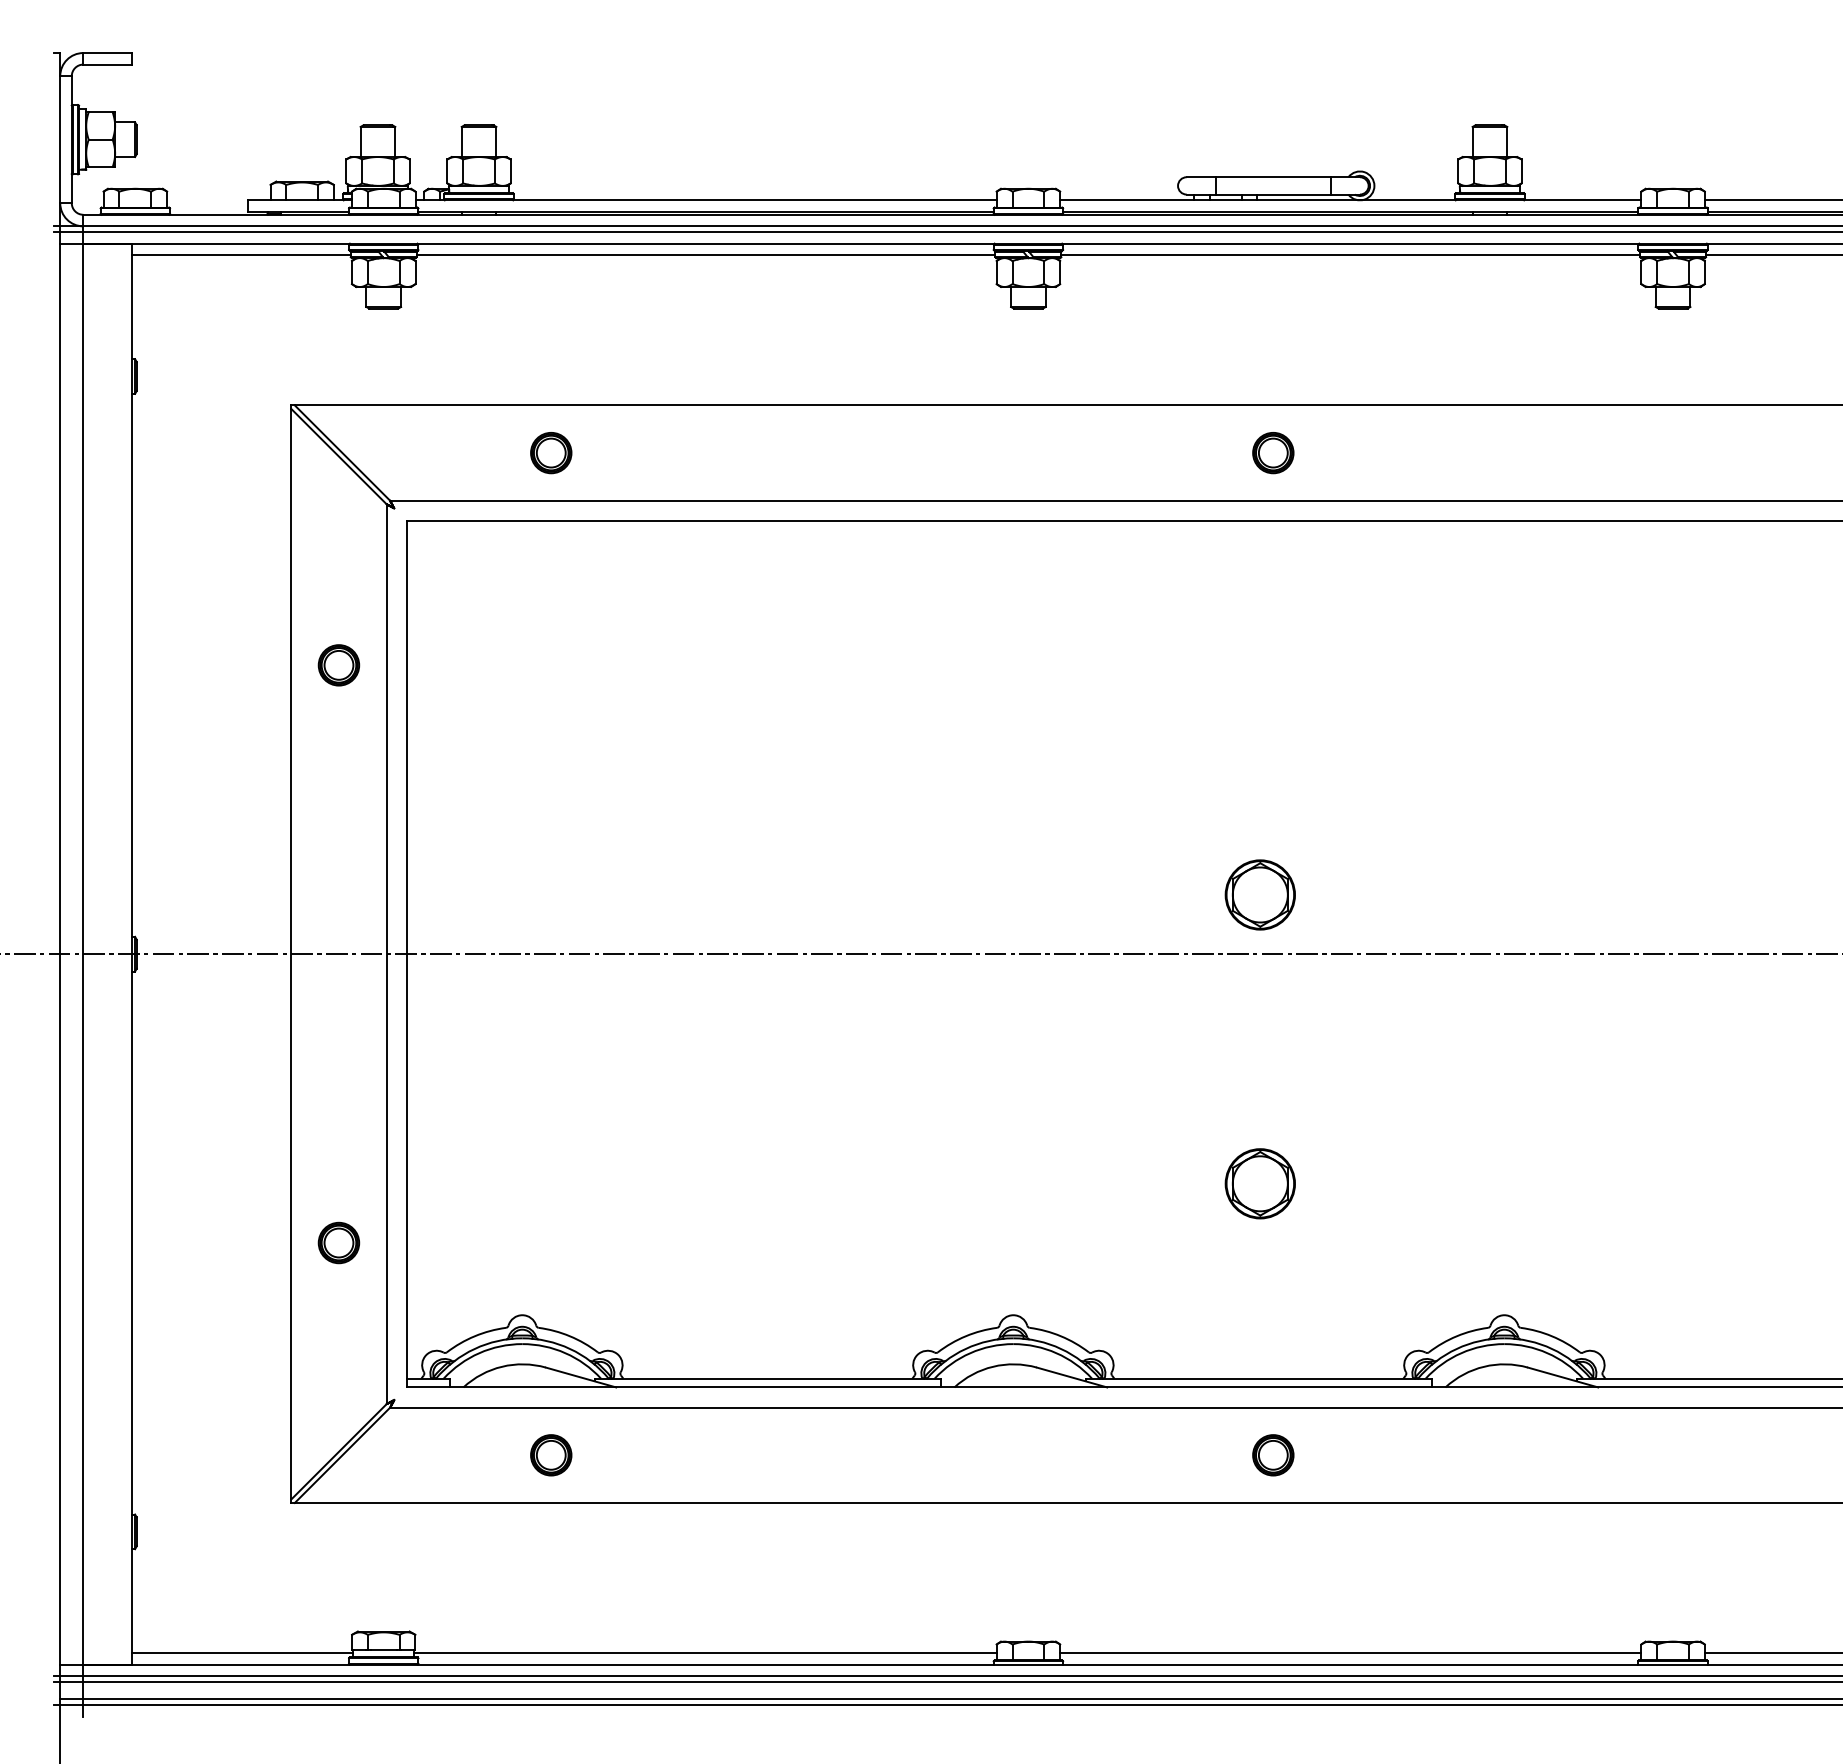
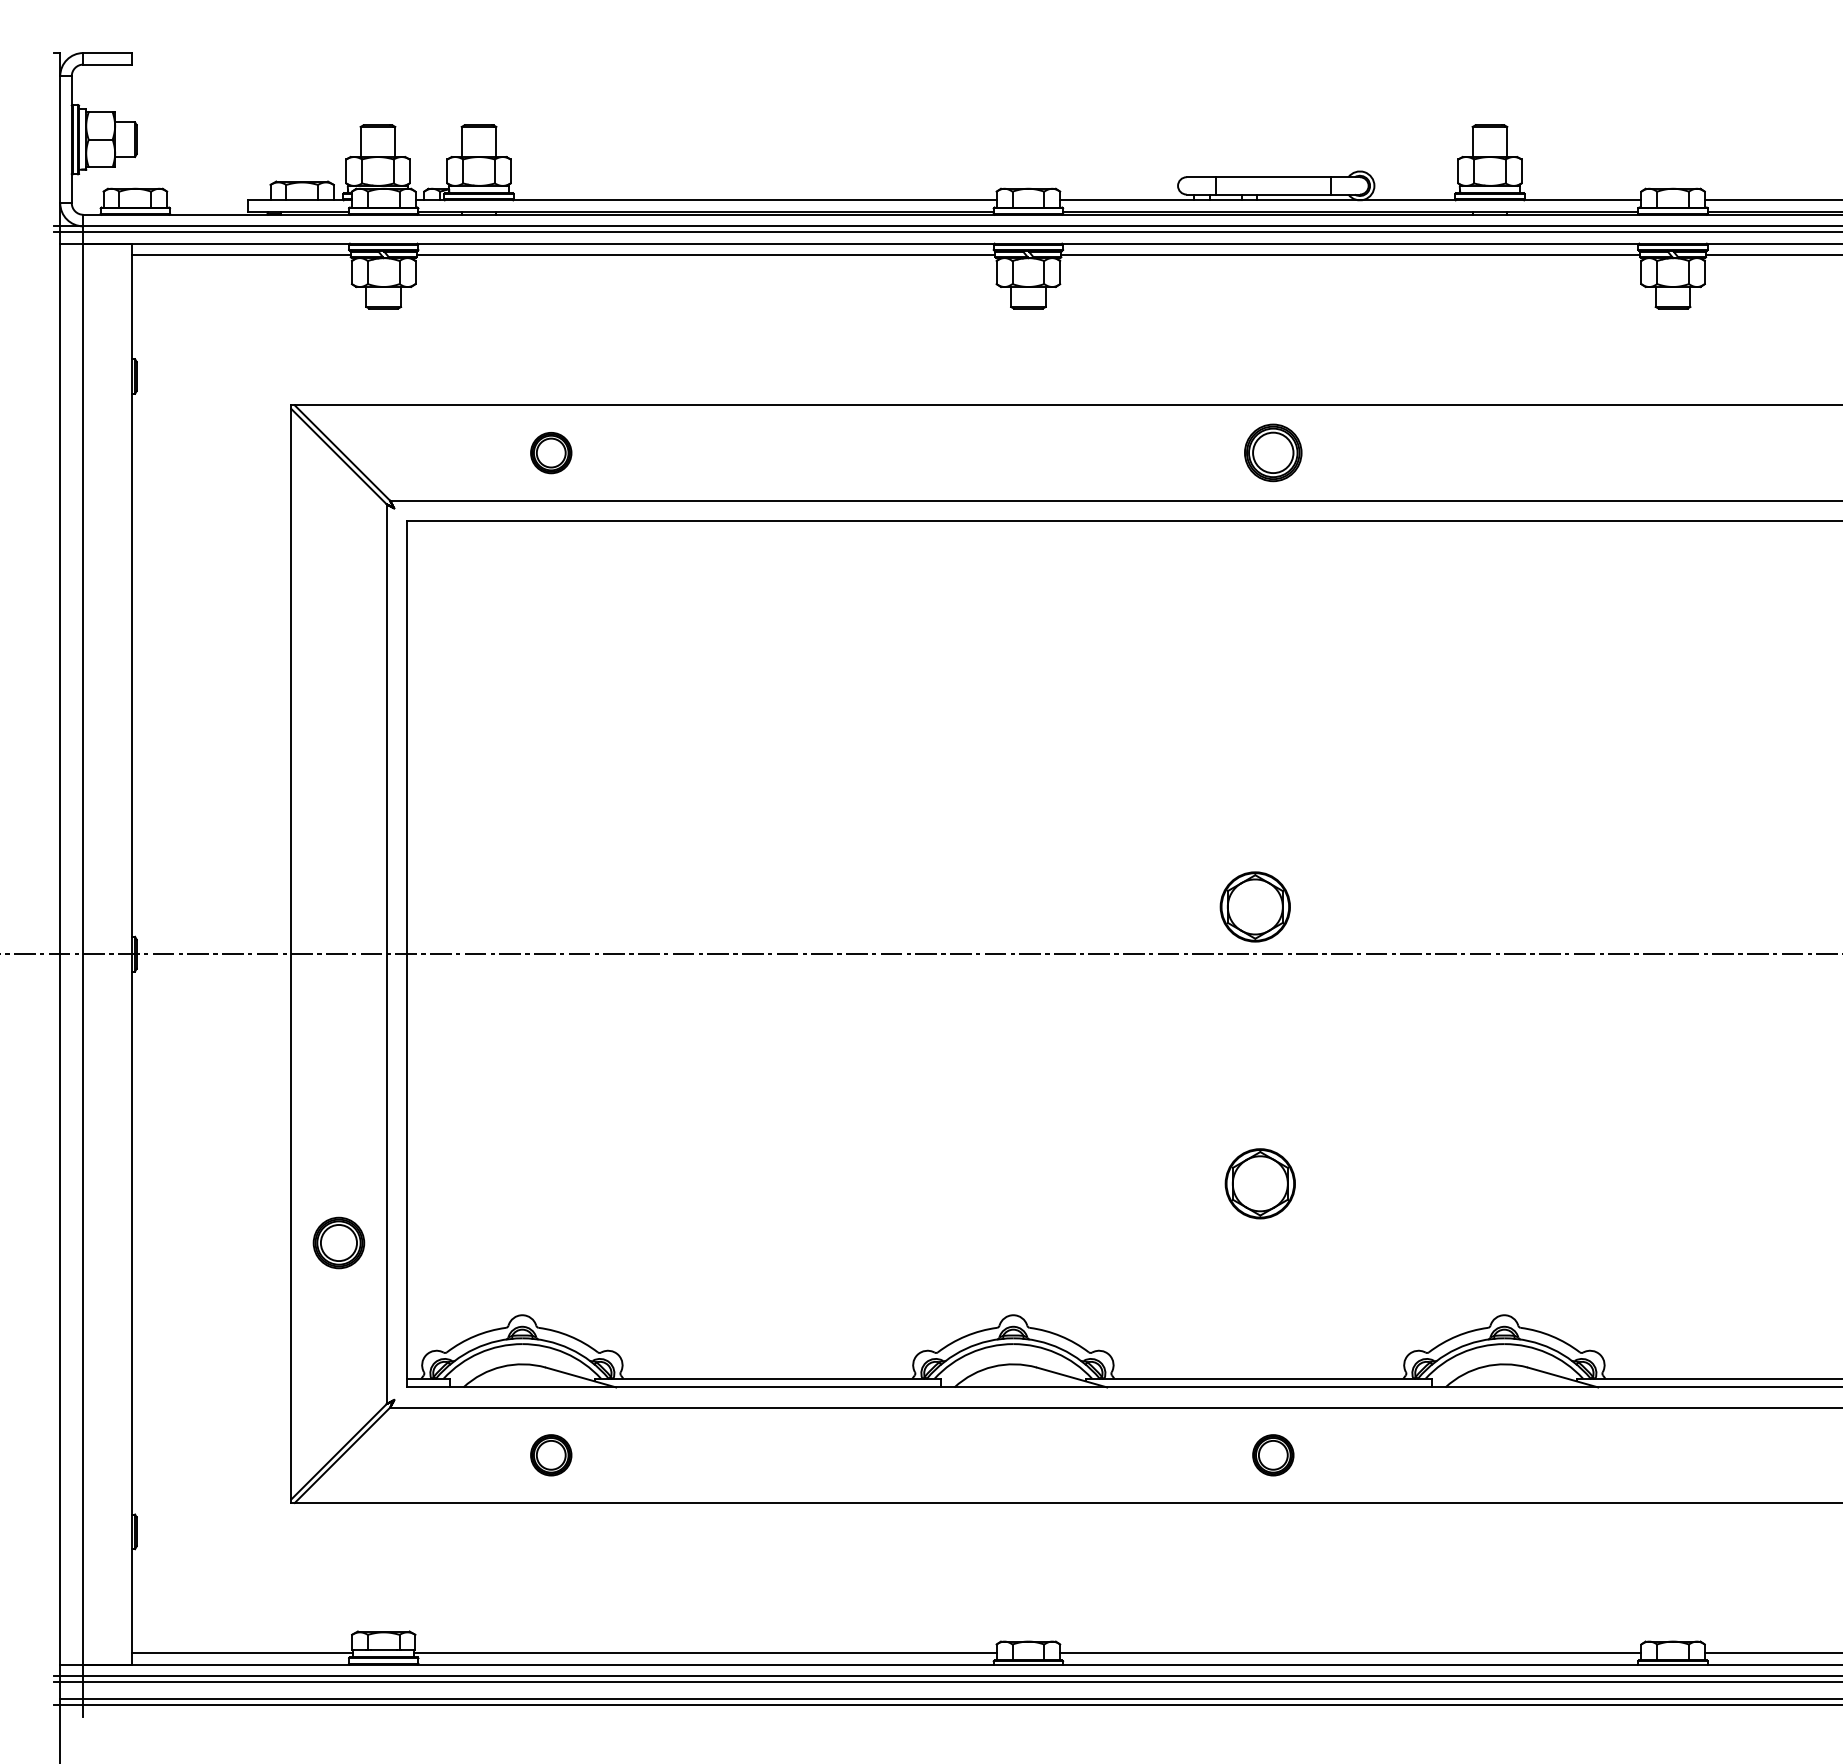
part at (1273, 453) size: 43x43 px -> 59x60 px
part at (338, 665): present -> none
part at (1259, 894) position: (1259, 894) -> (1254, 906)
part at (338, 1242) size: 44x44 px -> 54x54 px
